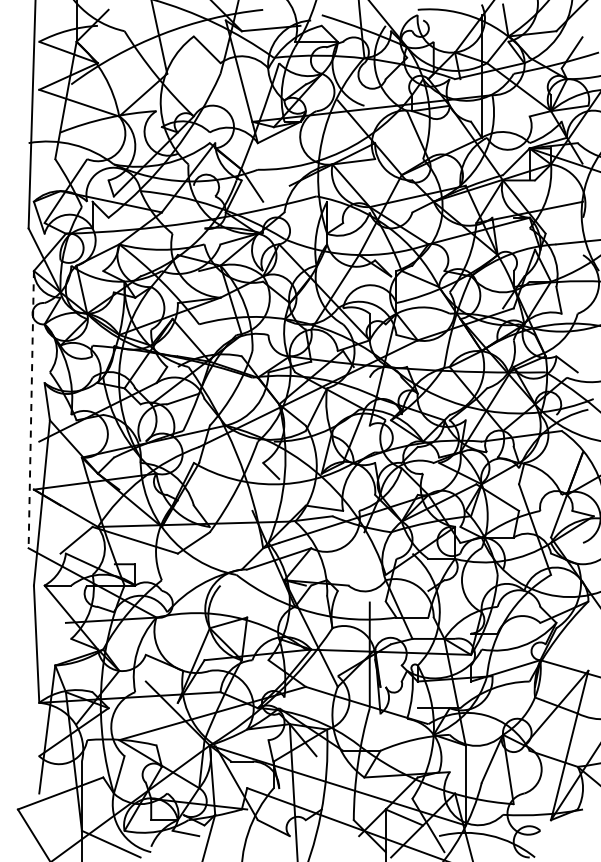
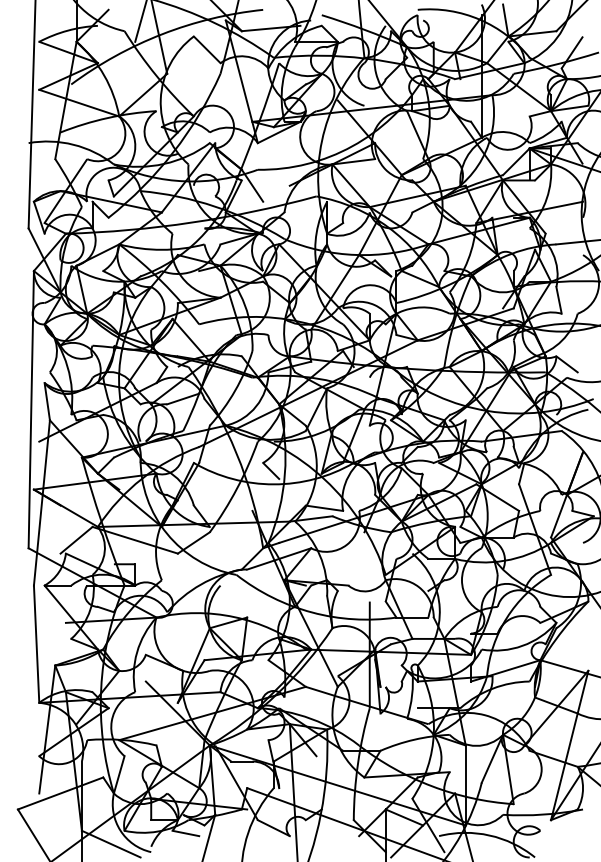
line at (140, 21): none -> present
line at (31, 409): dashed -> solid
